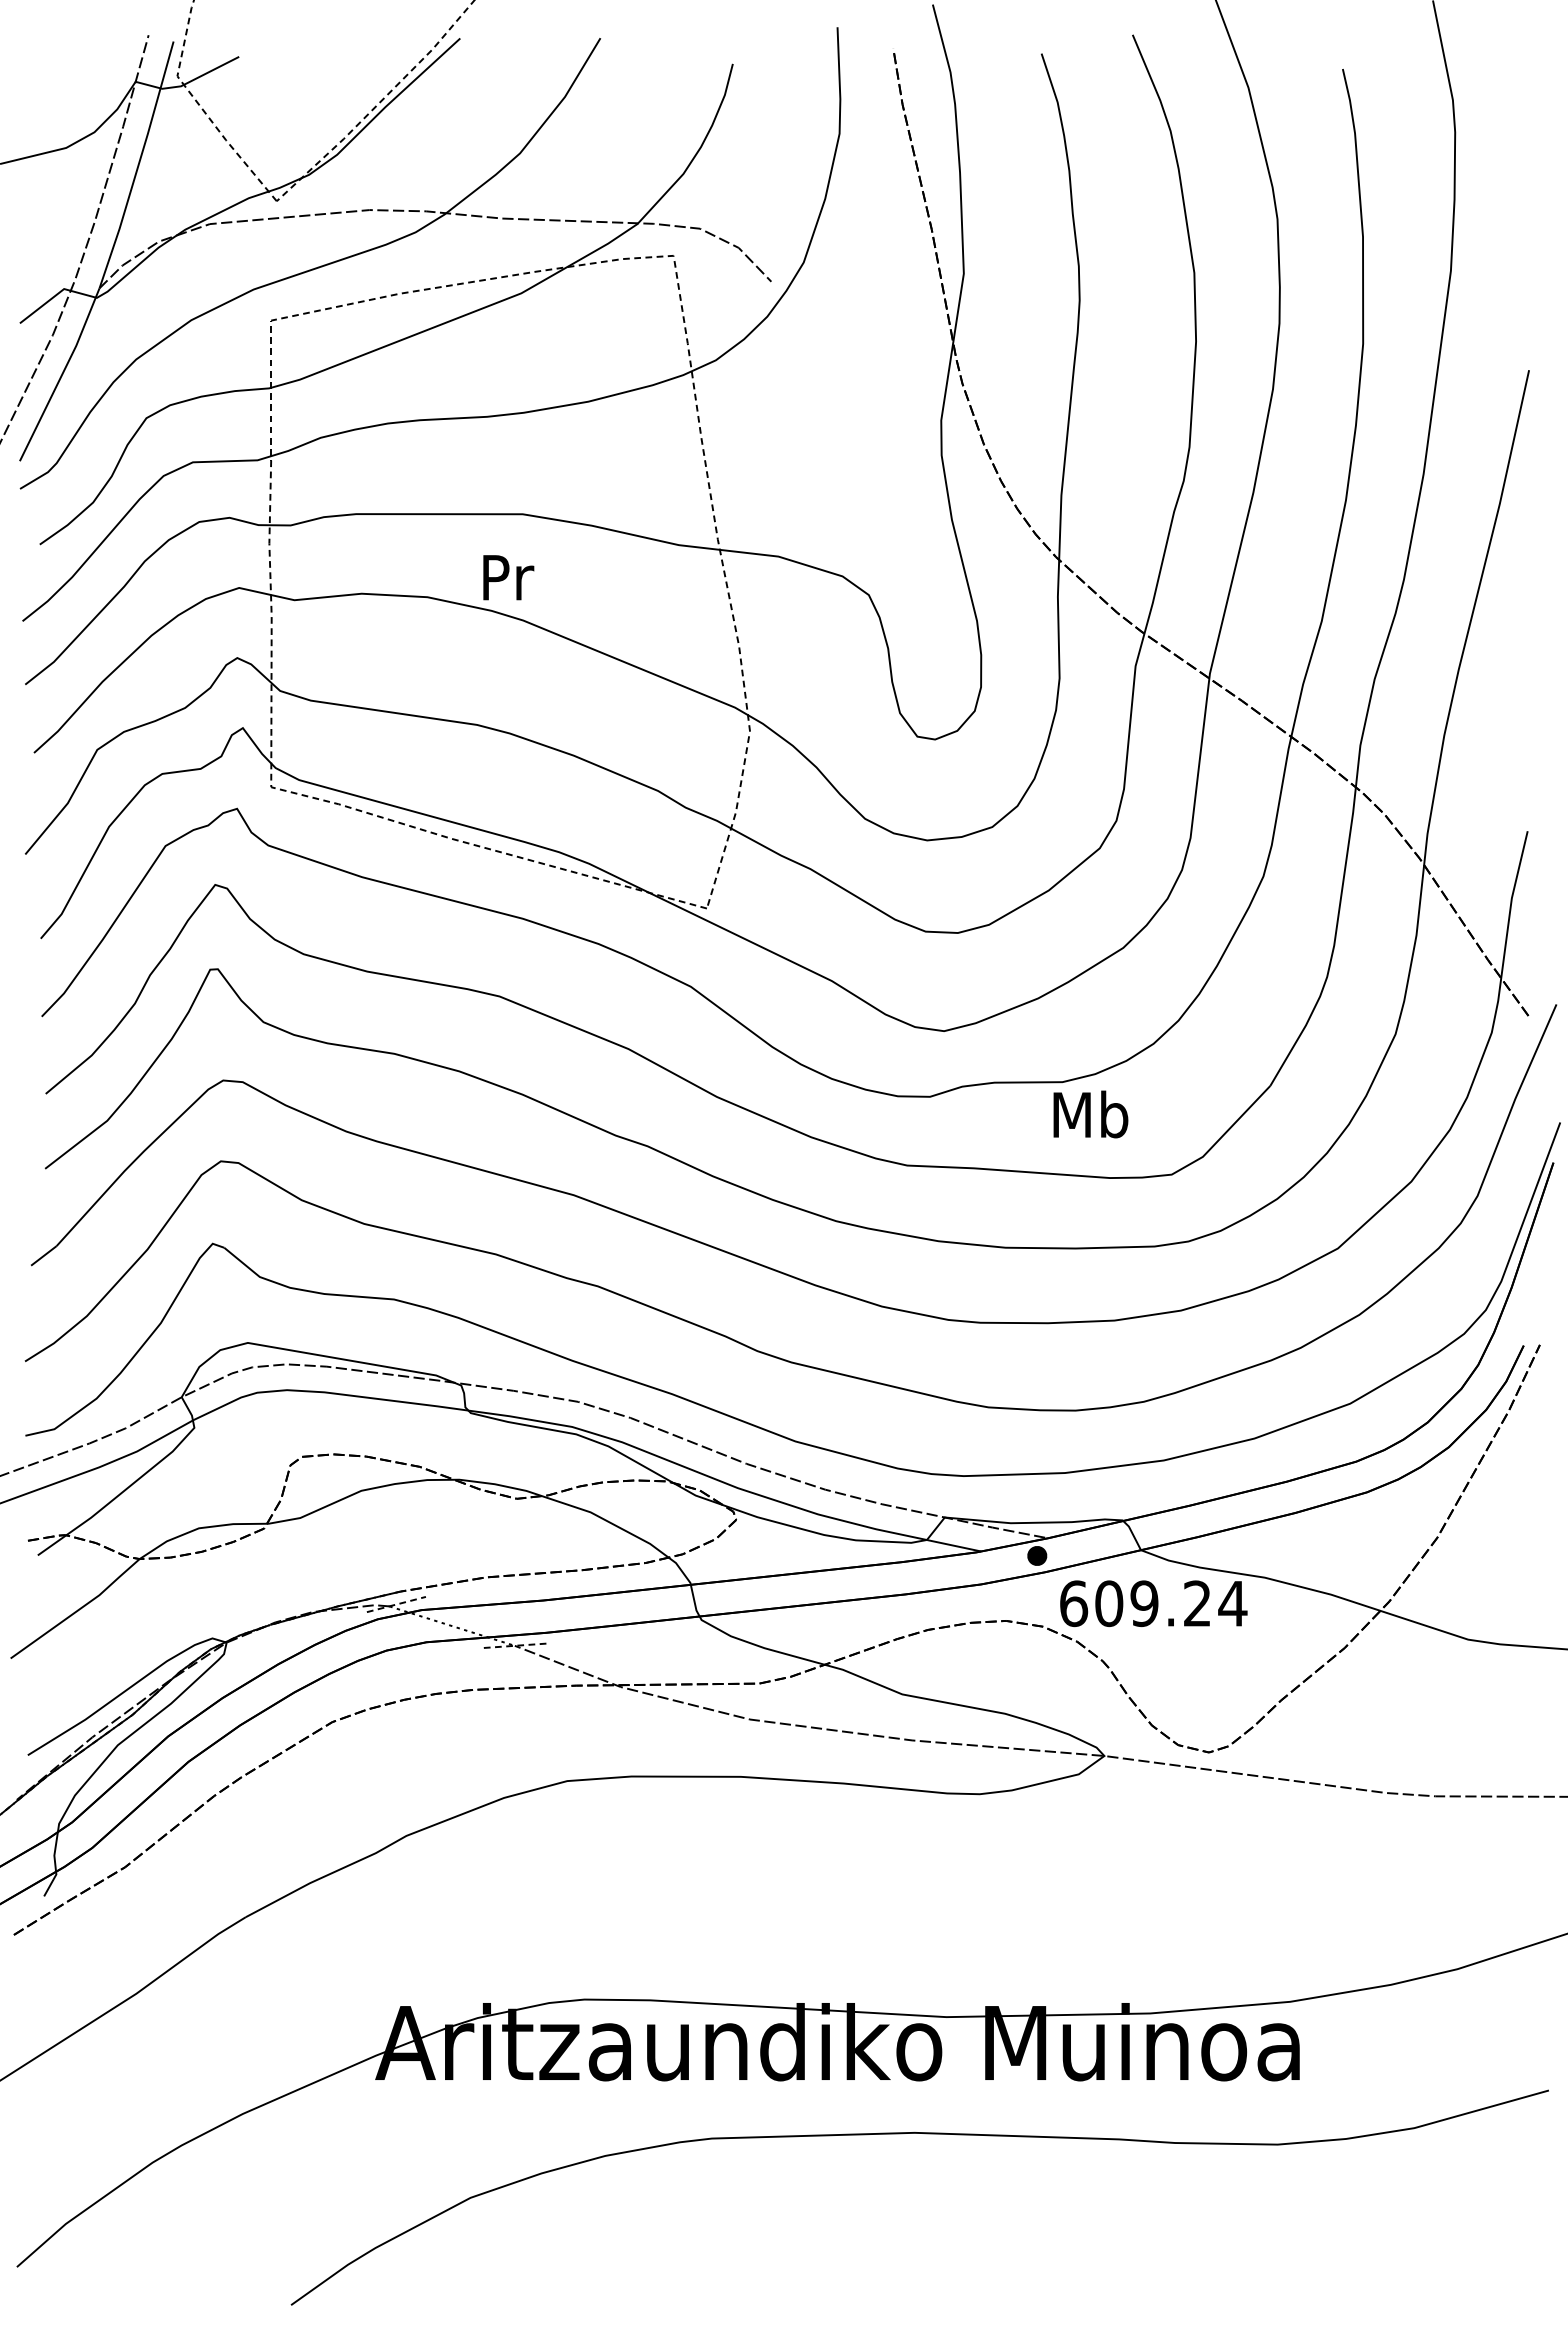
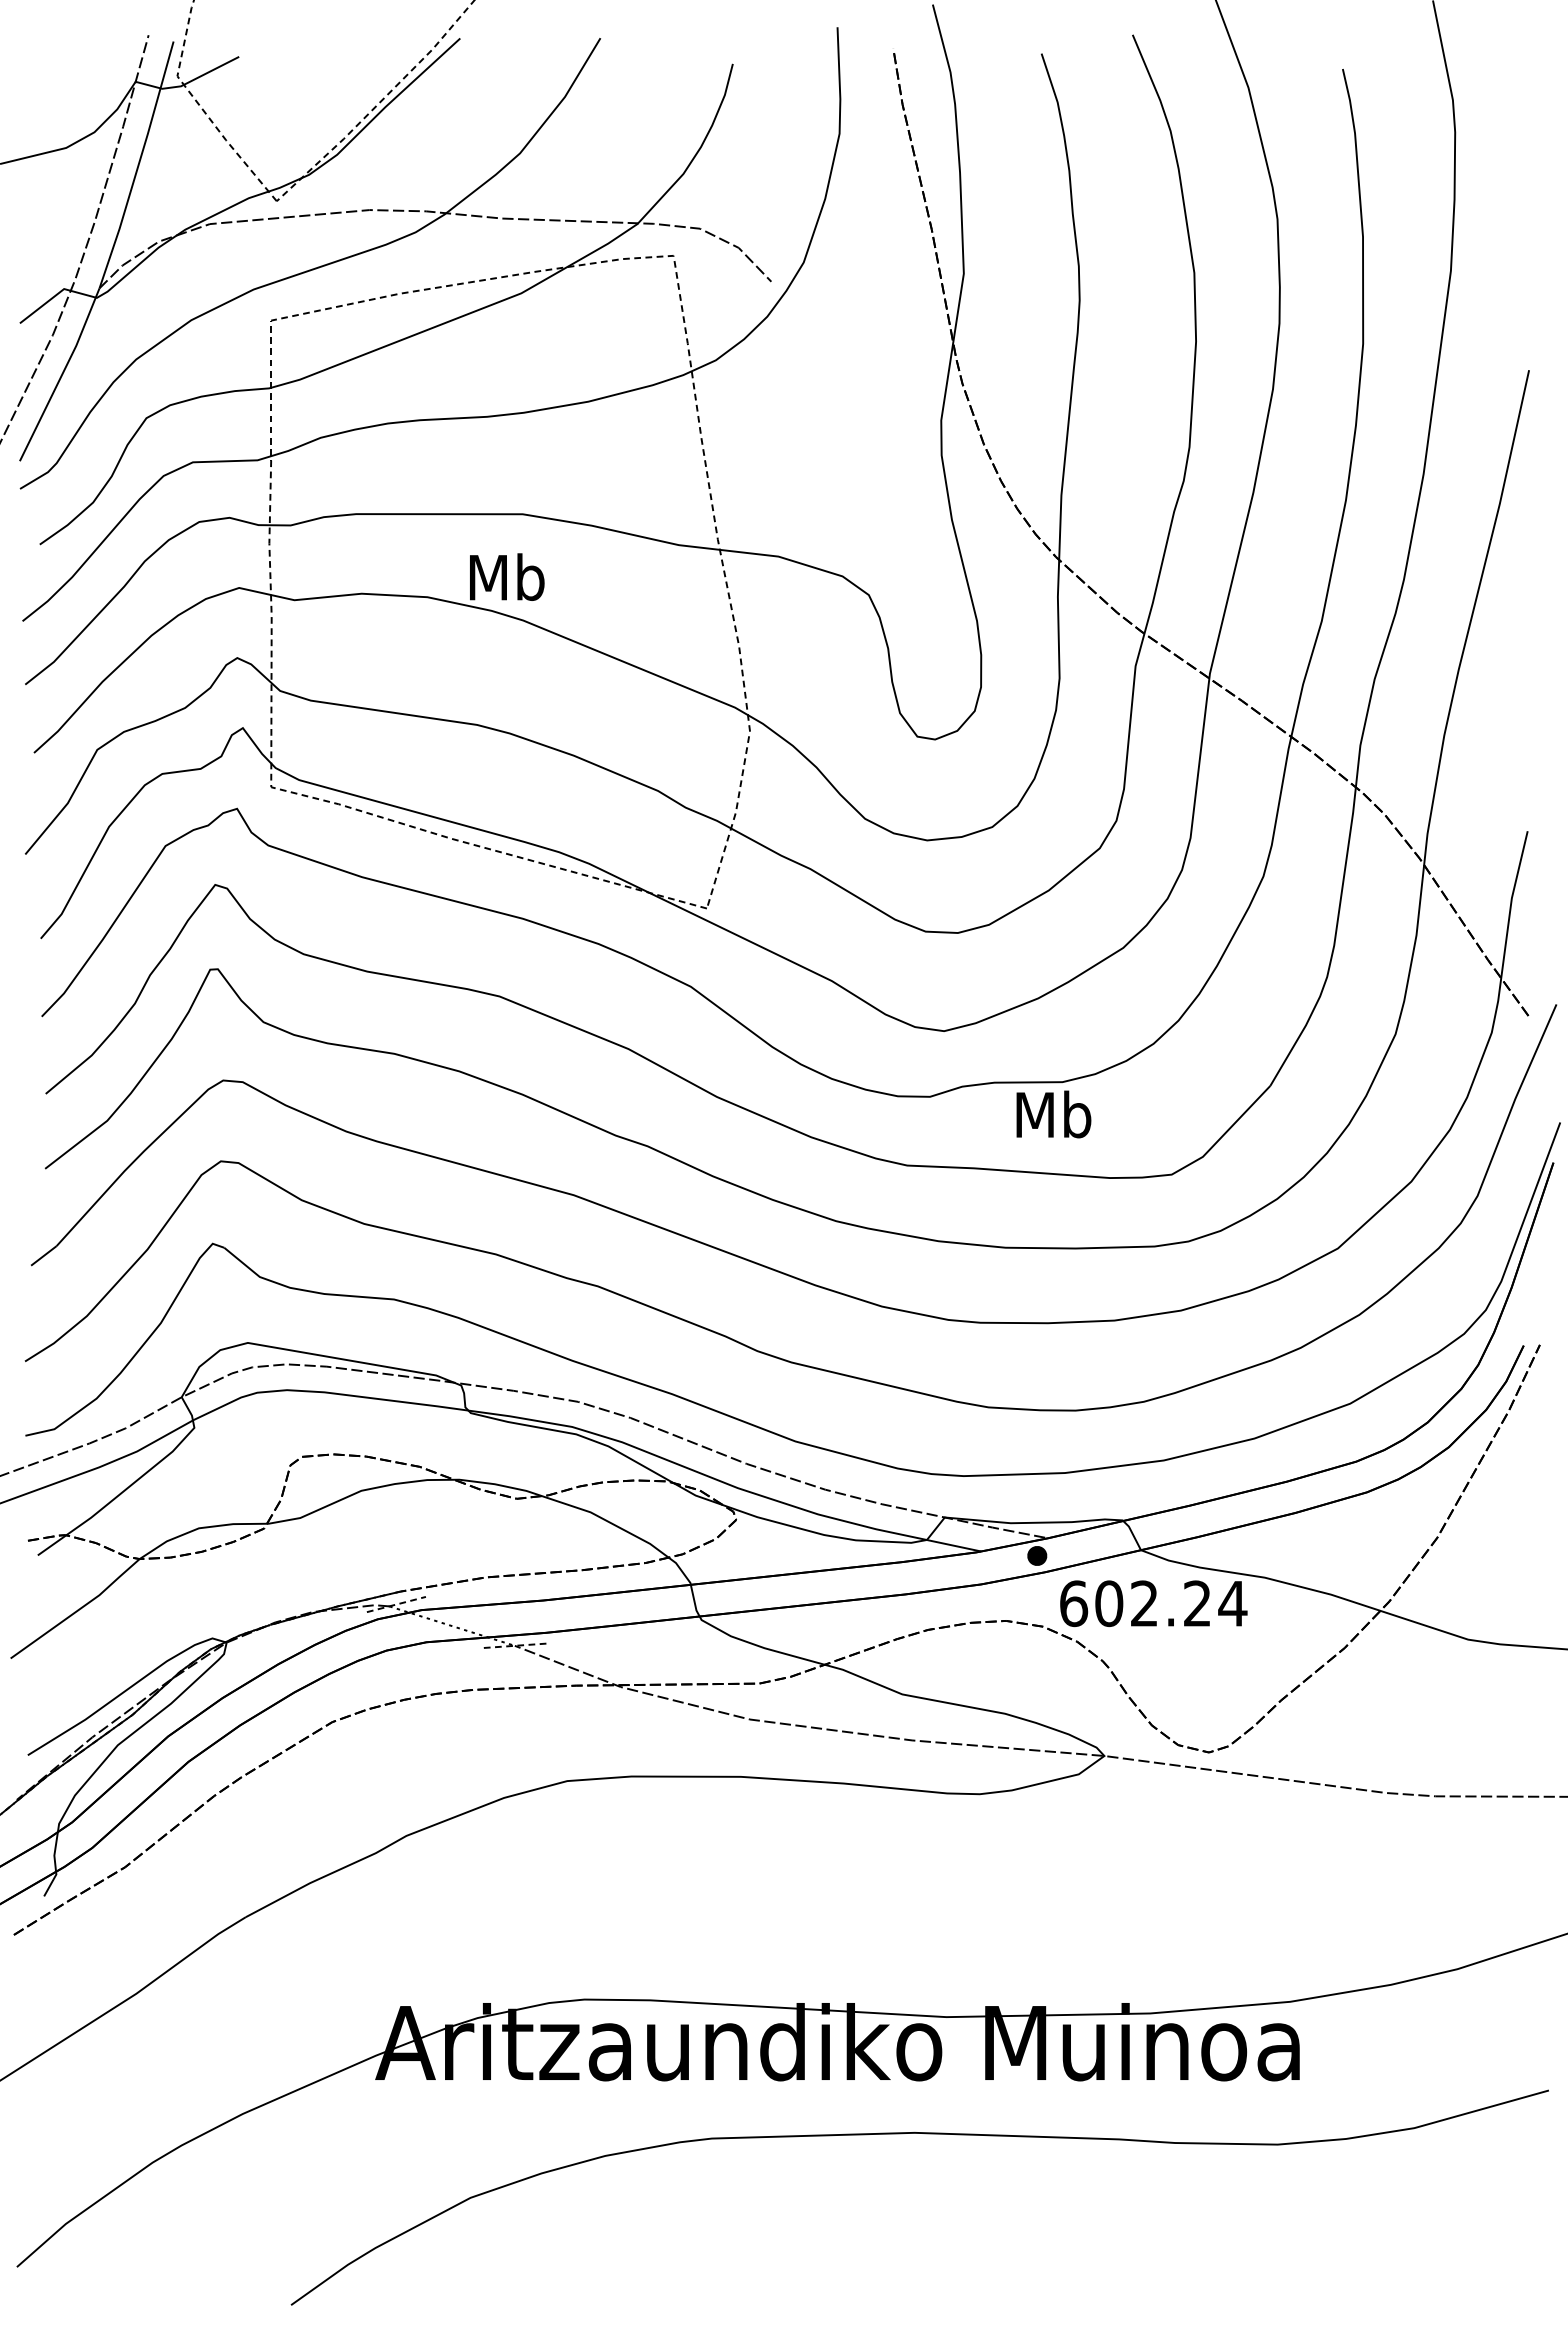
text at (507, 576): Pr -> Mb
text at (1090, 1114) position: (1090, 1114) -> (1053, 1114)
text at (1144, 1603): 609.24 -> 602.24
